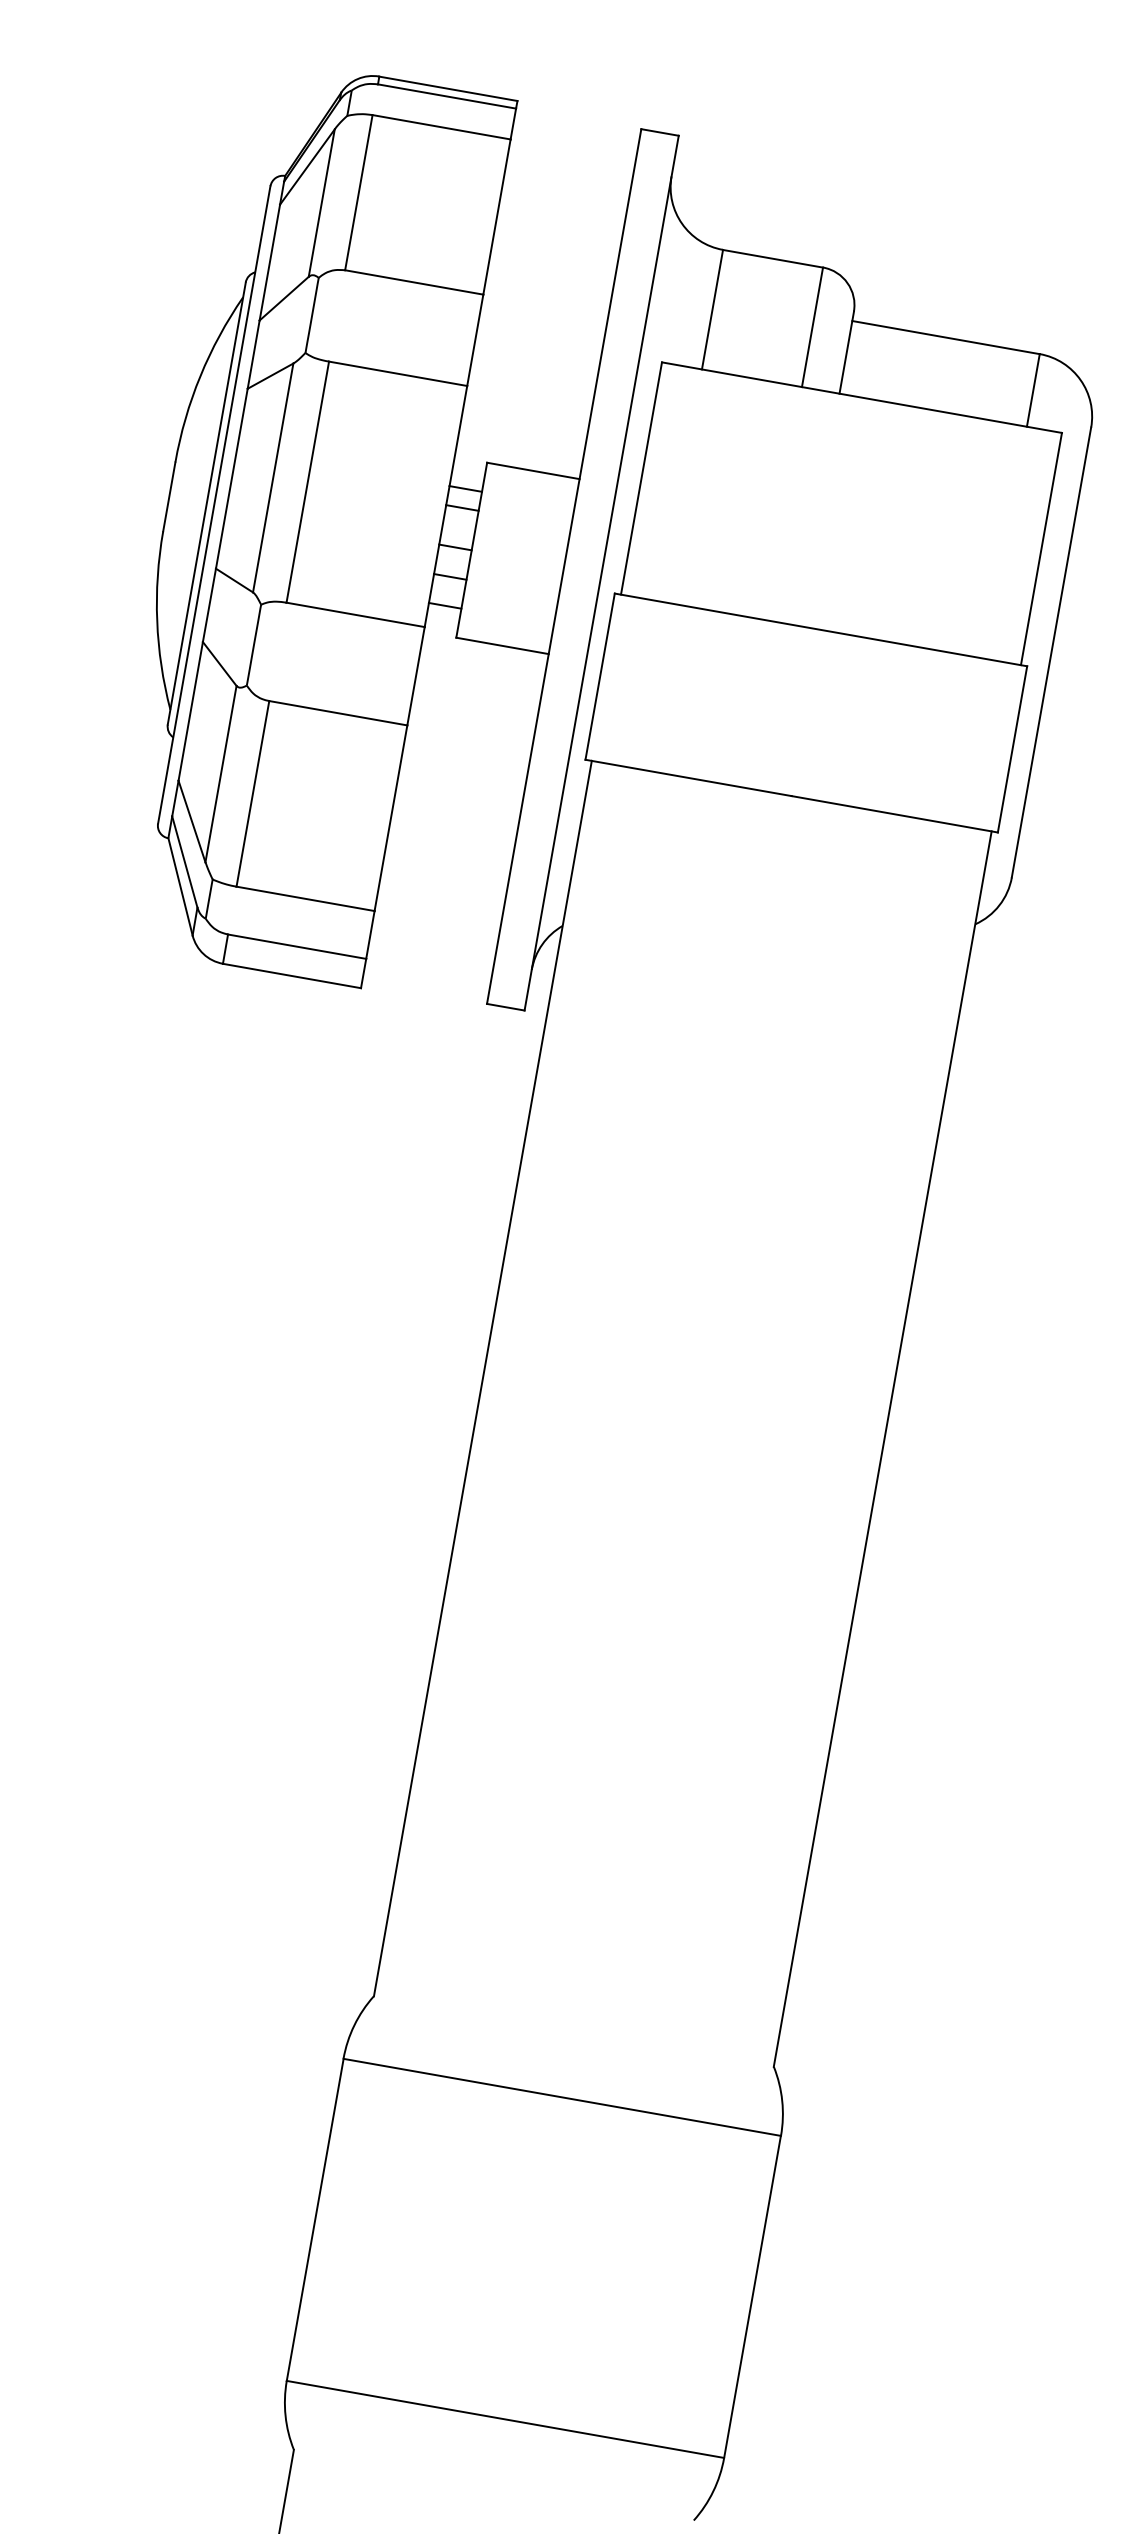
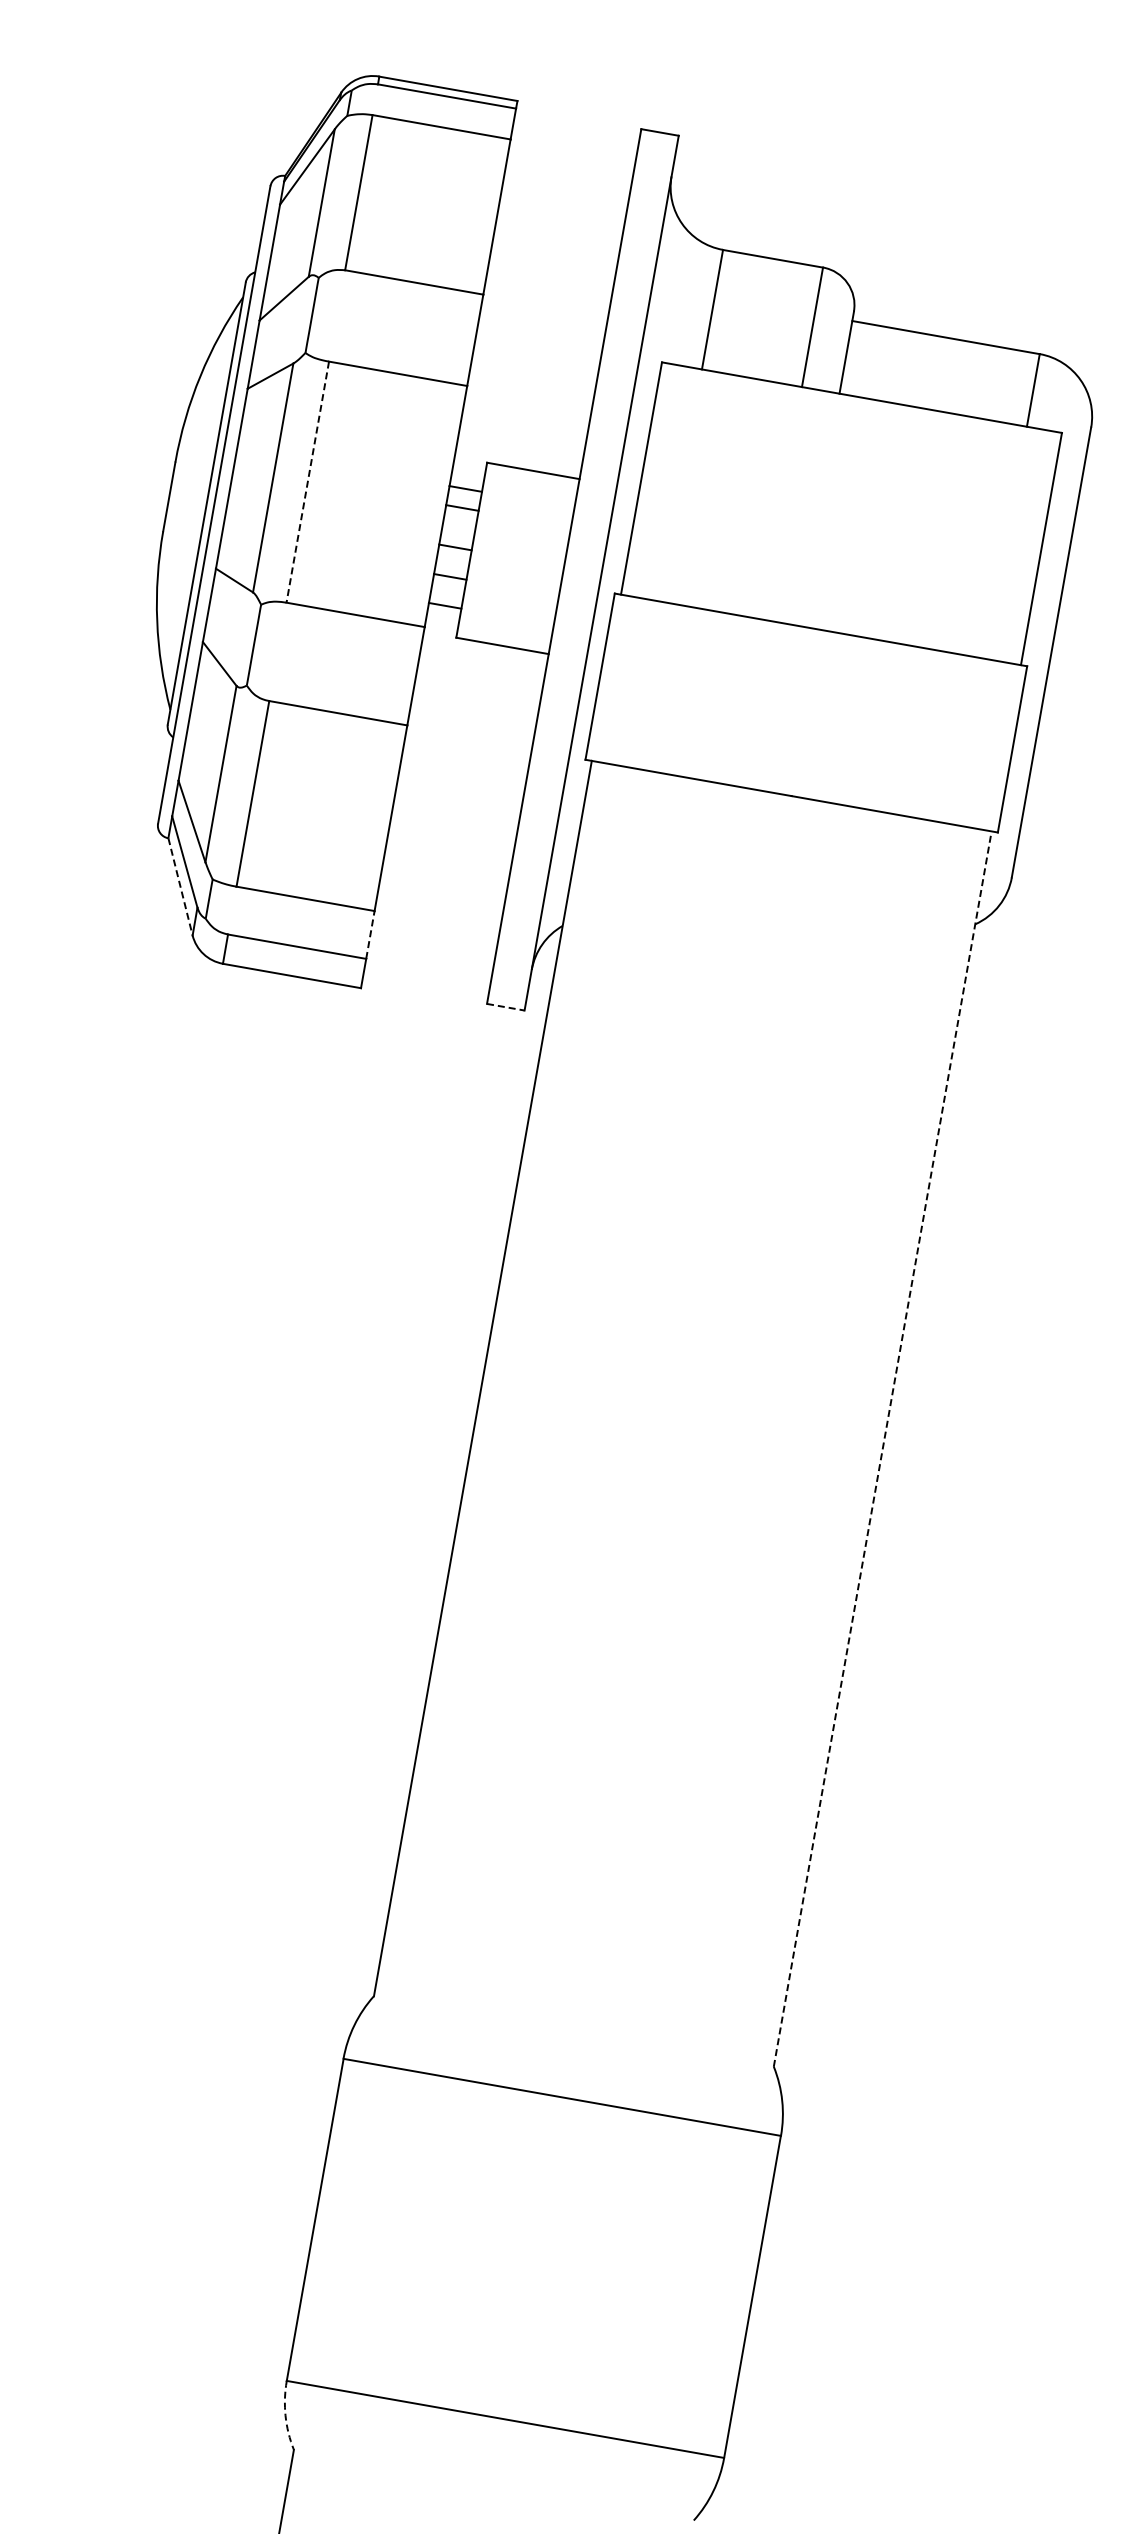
line at (307, 482): solid -> dashed
line at (180, 887): solid -> dashed
line at (370, 934): solid -> dashed
line at (506, 1007): solid -> dashed
line at (882, 1448): solid -> dashed
arc at (285, 2415): solid -> dashed
